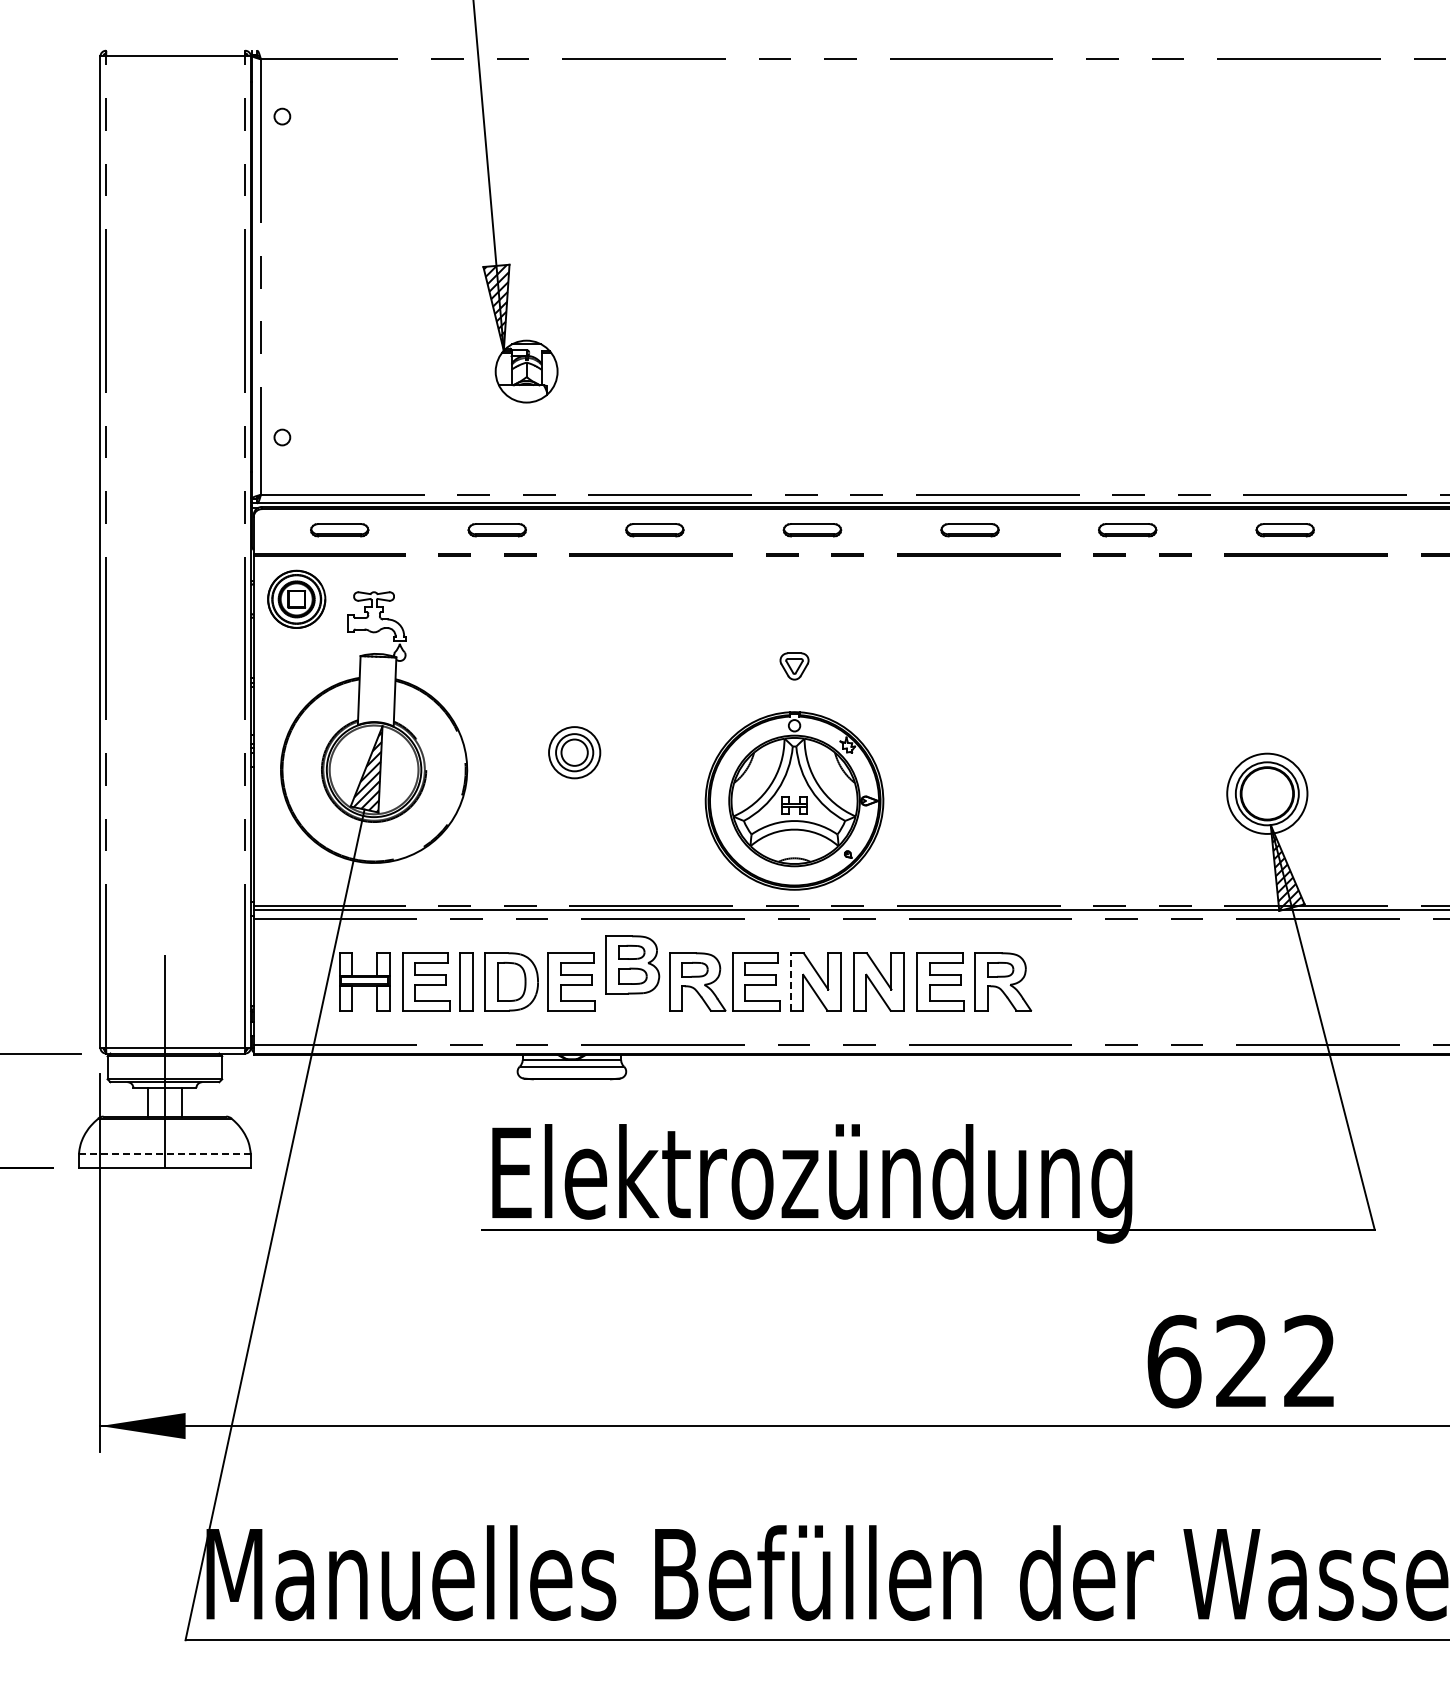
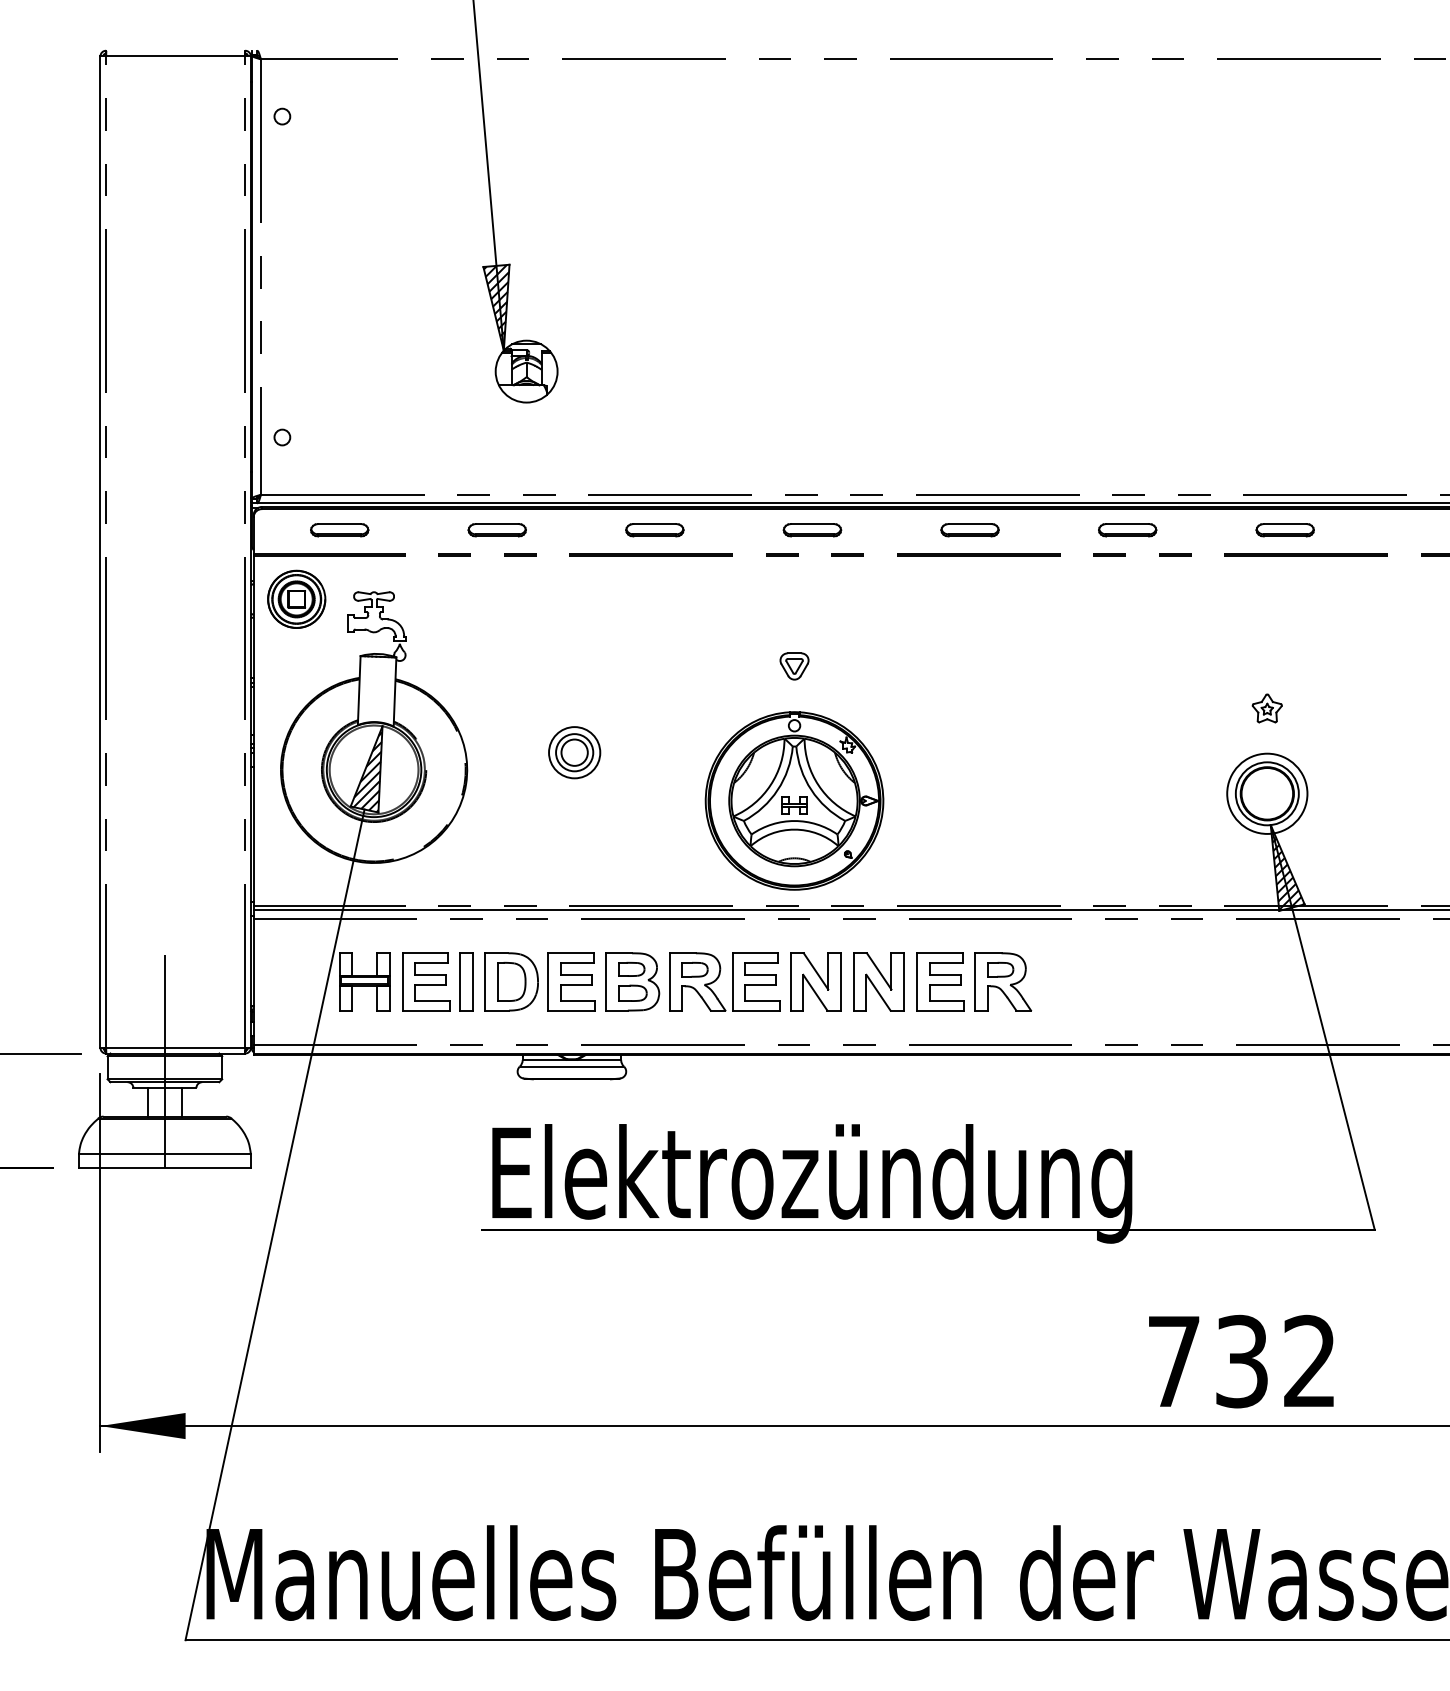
part at (1266, 708): none -> present
part at (632, 964) position: (632, 964) -> (632, 981)
line at (790, 981): dashed -> solid
line at (164, 1153): dashed -> solid
text at (1207, 1361): 622 -> 732
